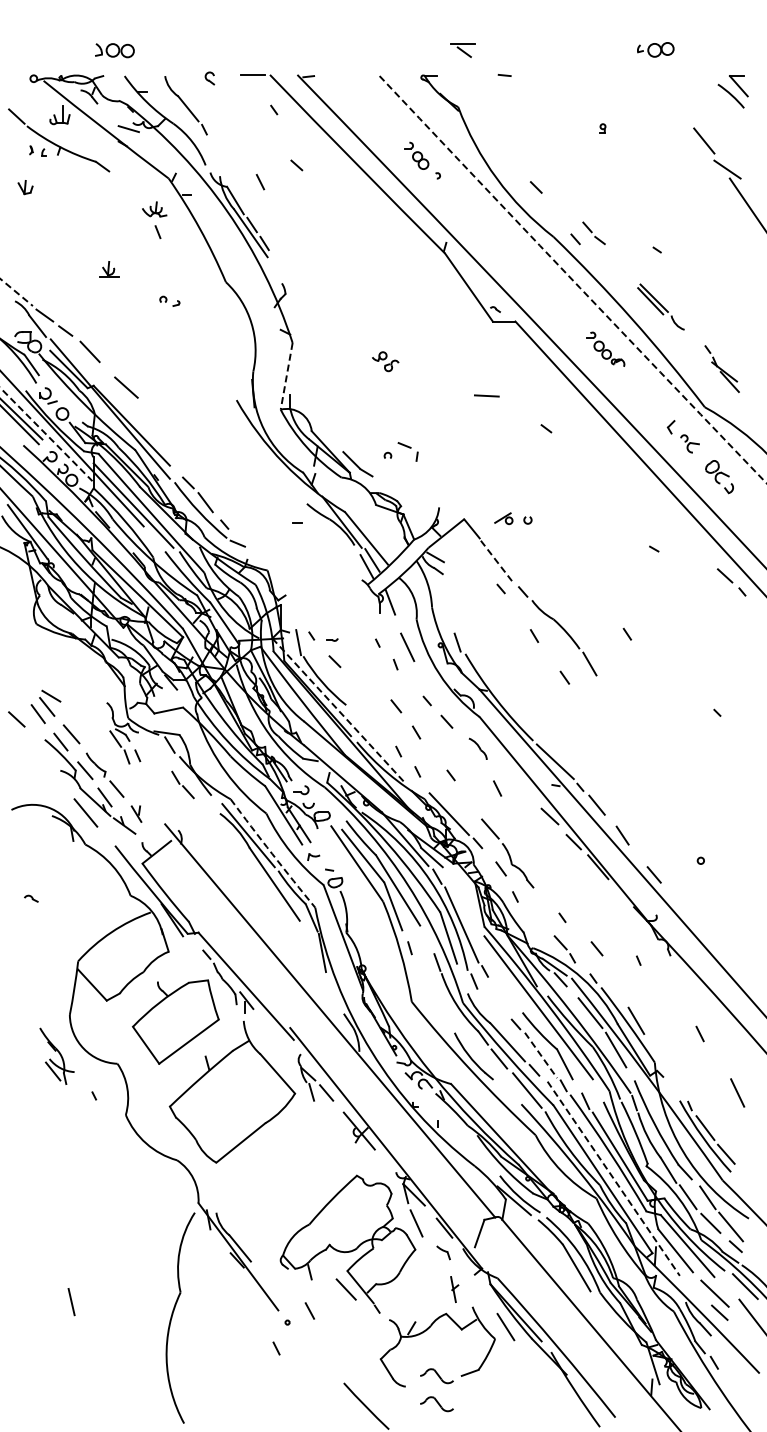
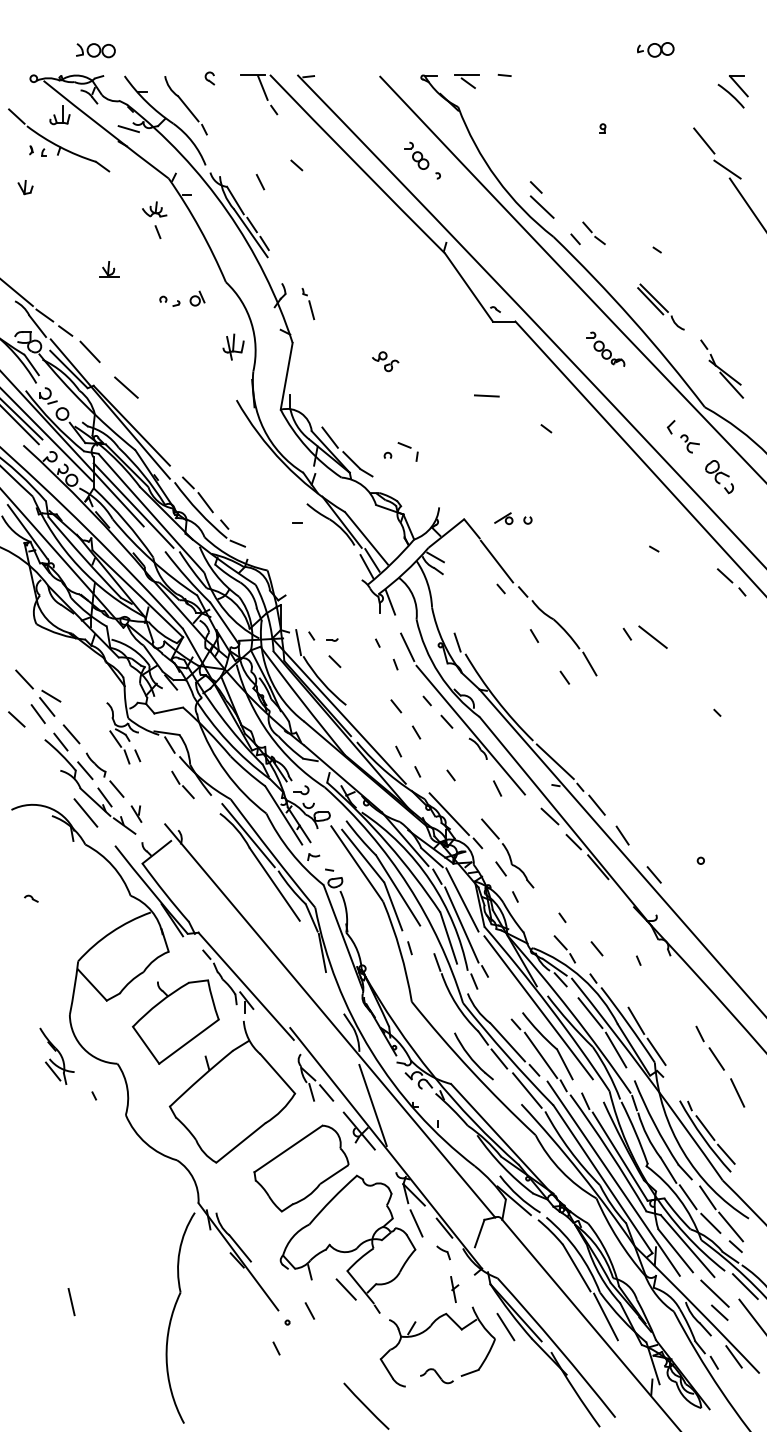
part at (114, 50) position: (114, 50) -> (95, 50)
part at (462, 50) position: (462, 50) -> (466, 81)
line at (262, 87): none -> present
line at (541, 206): none -> present
arc at (572, 280): dashed -> solid
line at (16, 292): dashed -> solid
part at (197, 298): none -> present
part at (308, 304): none -> present
part at (233, 346): none -> present
part at (721, 368) size: 36x48 px -> 45x60 px
line at (286, 376): dashed -> solid
line at (46, 434): dashed -> solid
line at (329, 437): none -> present
line at (497, 561): dashed -> solid
line at (652, 636): none -> present
line at (24, 679): none -> present
line at (339, 711): dashed -> solid
line at (470, 729): none -> present
arc at (272, 854): dashed -> solid
line at (462, 899): none -> present
line at (656, 1051): none -> present
line at (541, 1055): dashed -> solid
line at (716, 1058): none -> present
line at (372, 1104): none -> present
part at (301, 1168): none -> present
line at (614, 1179): dashed -> solid
line at (605, 1316): none -> present
line at (733, 1356): none -> present
part at (436, 1404): present -> none
